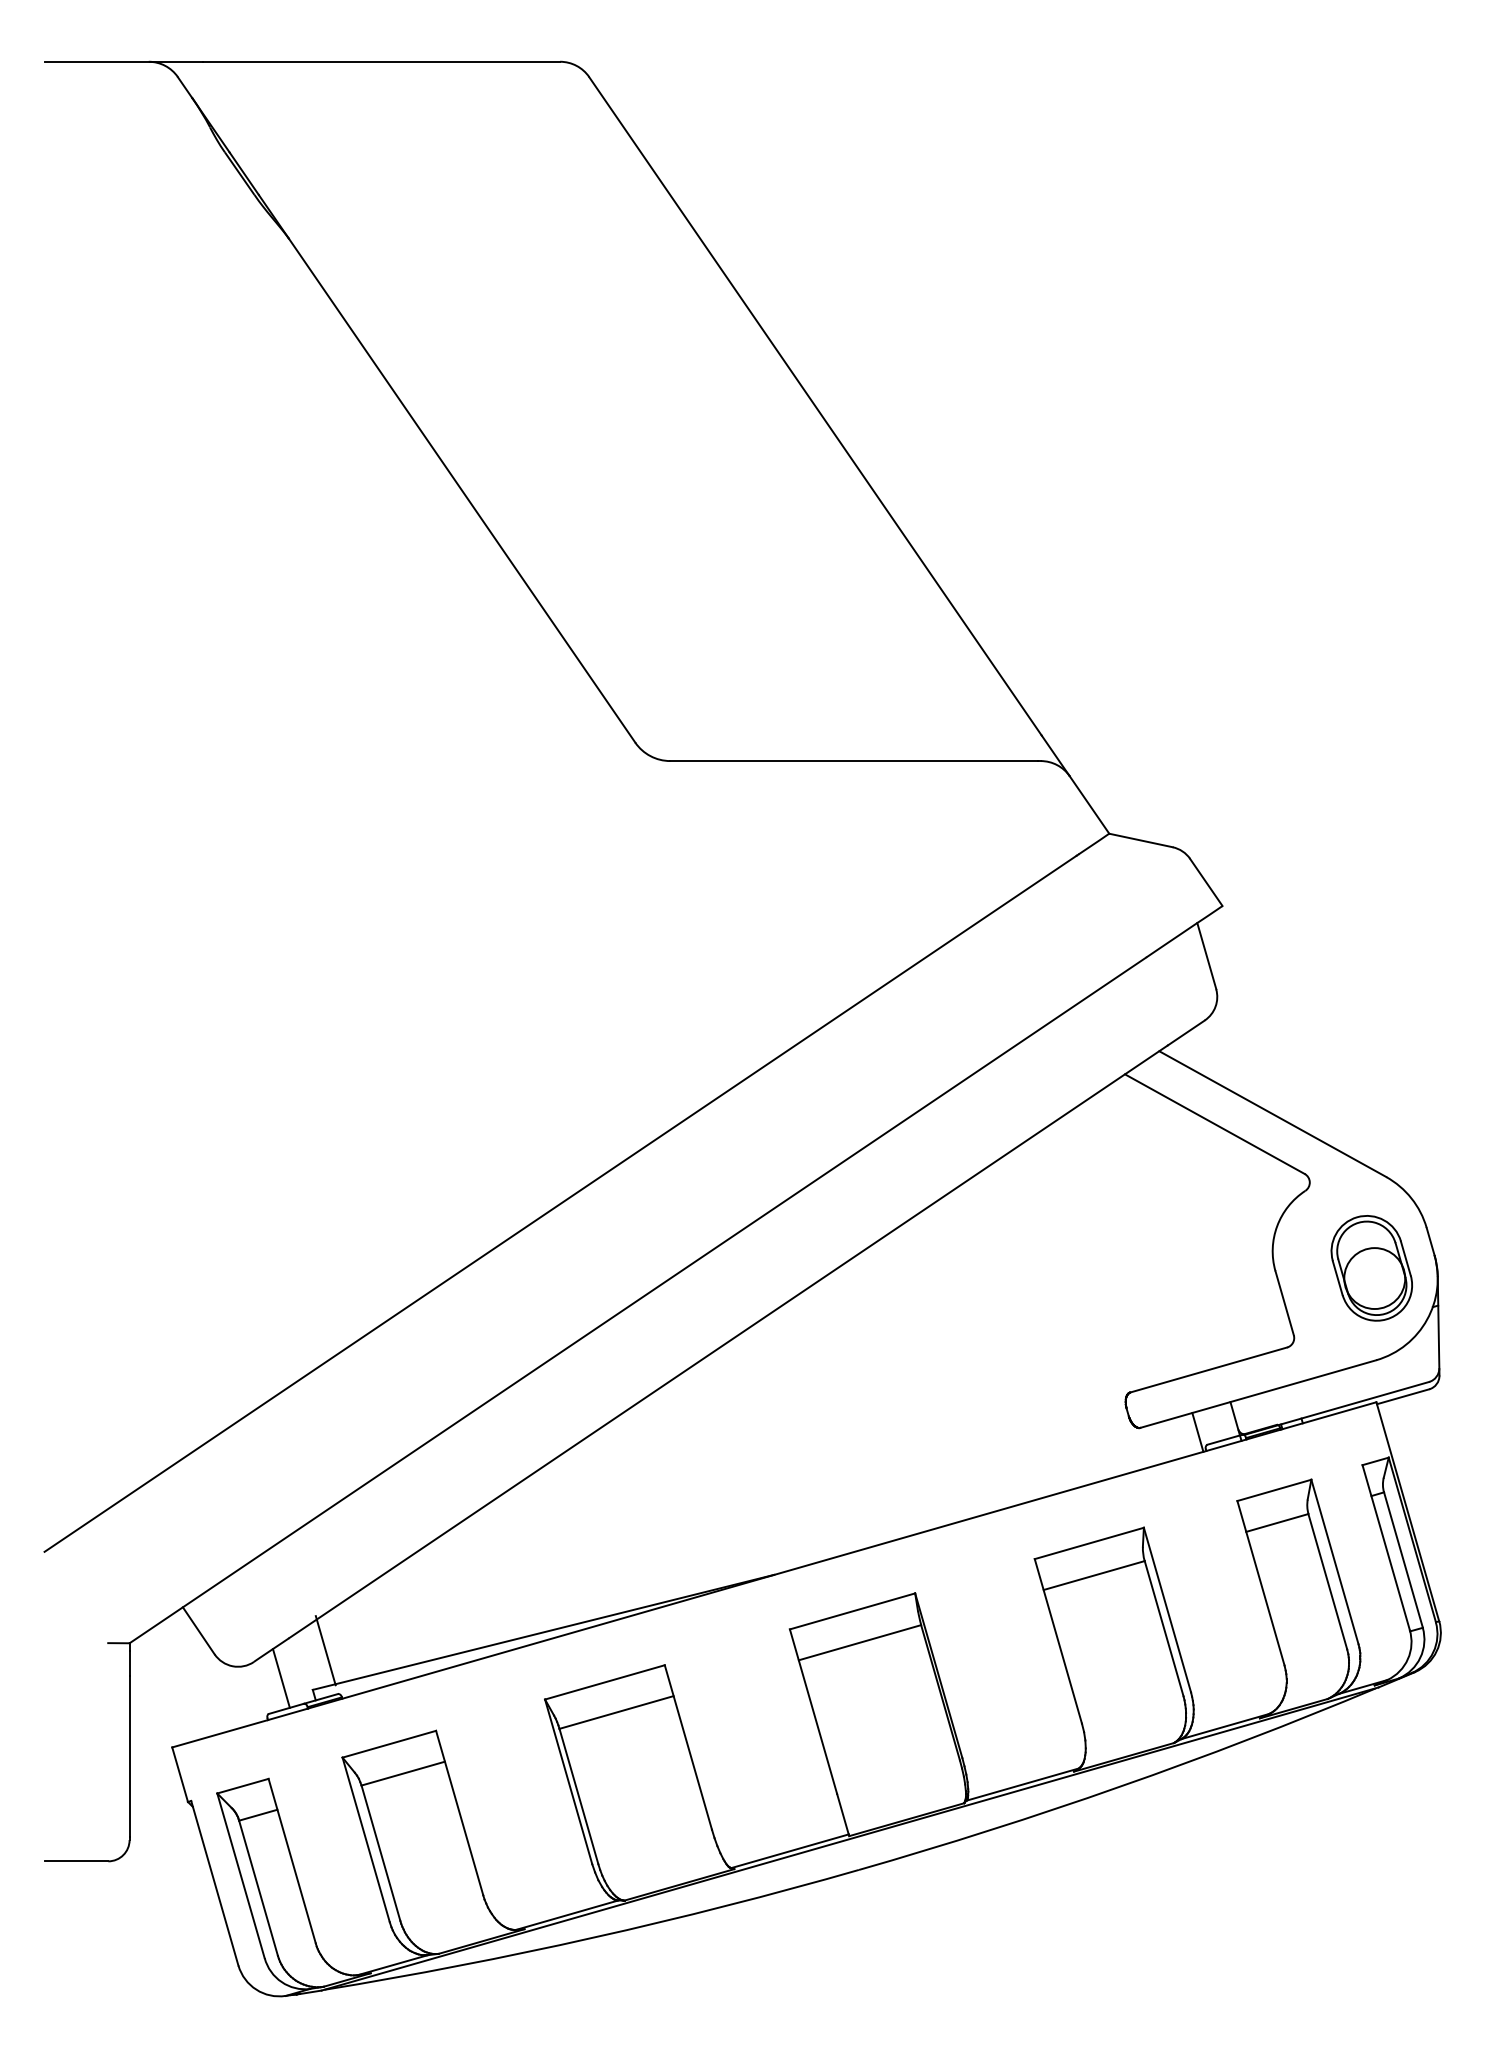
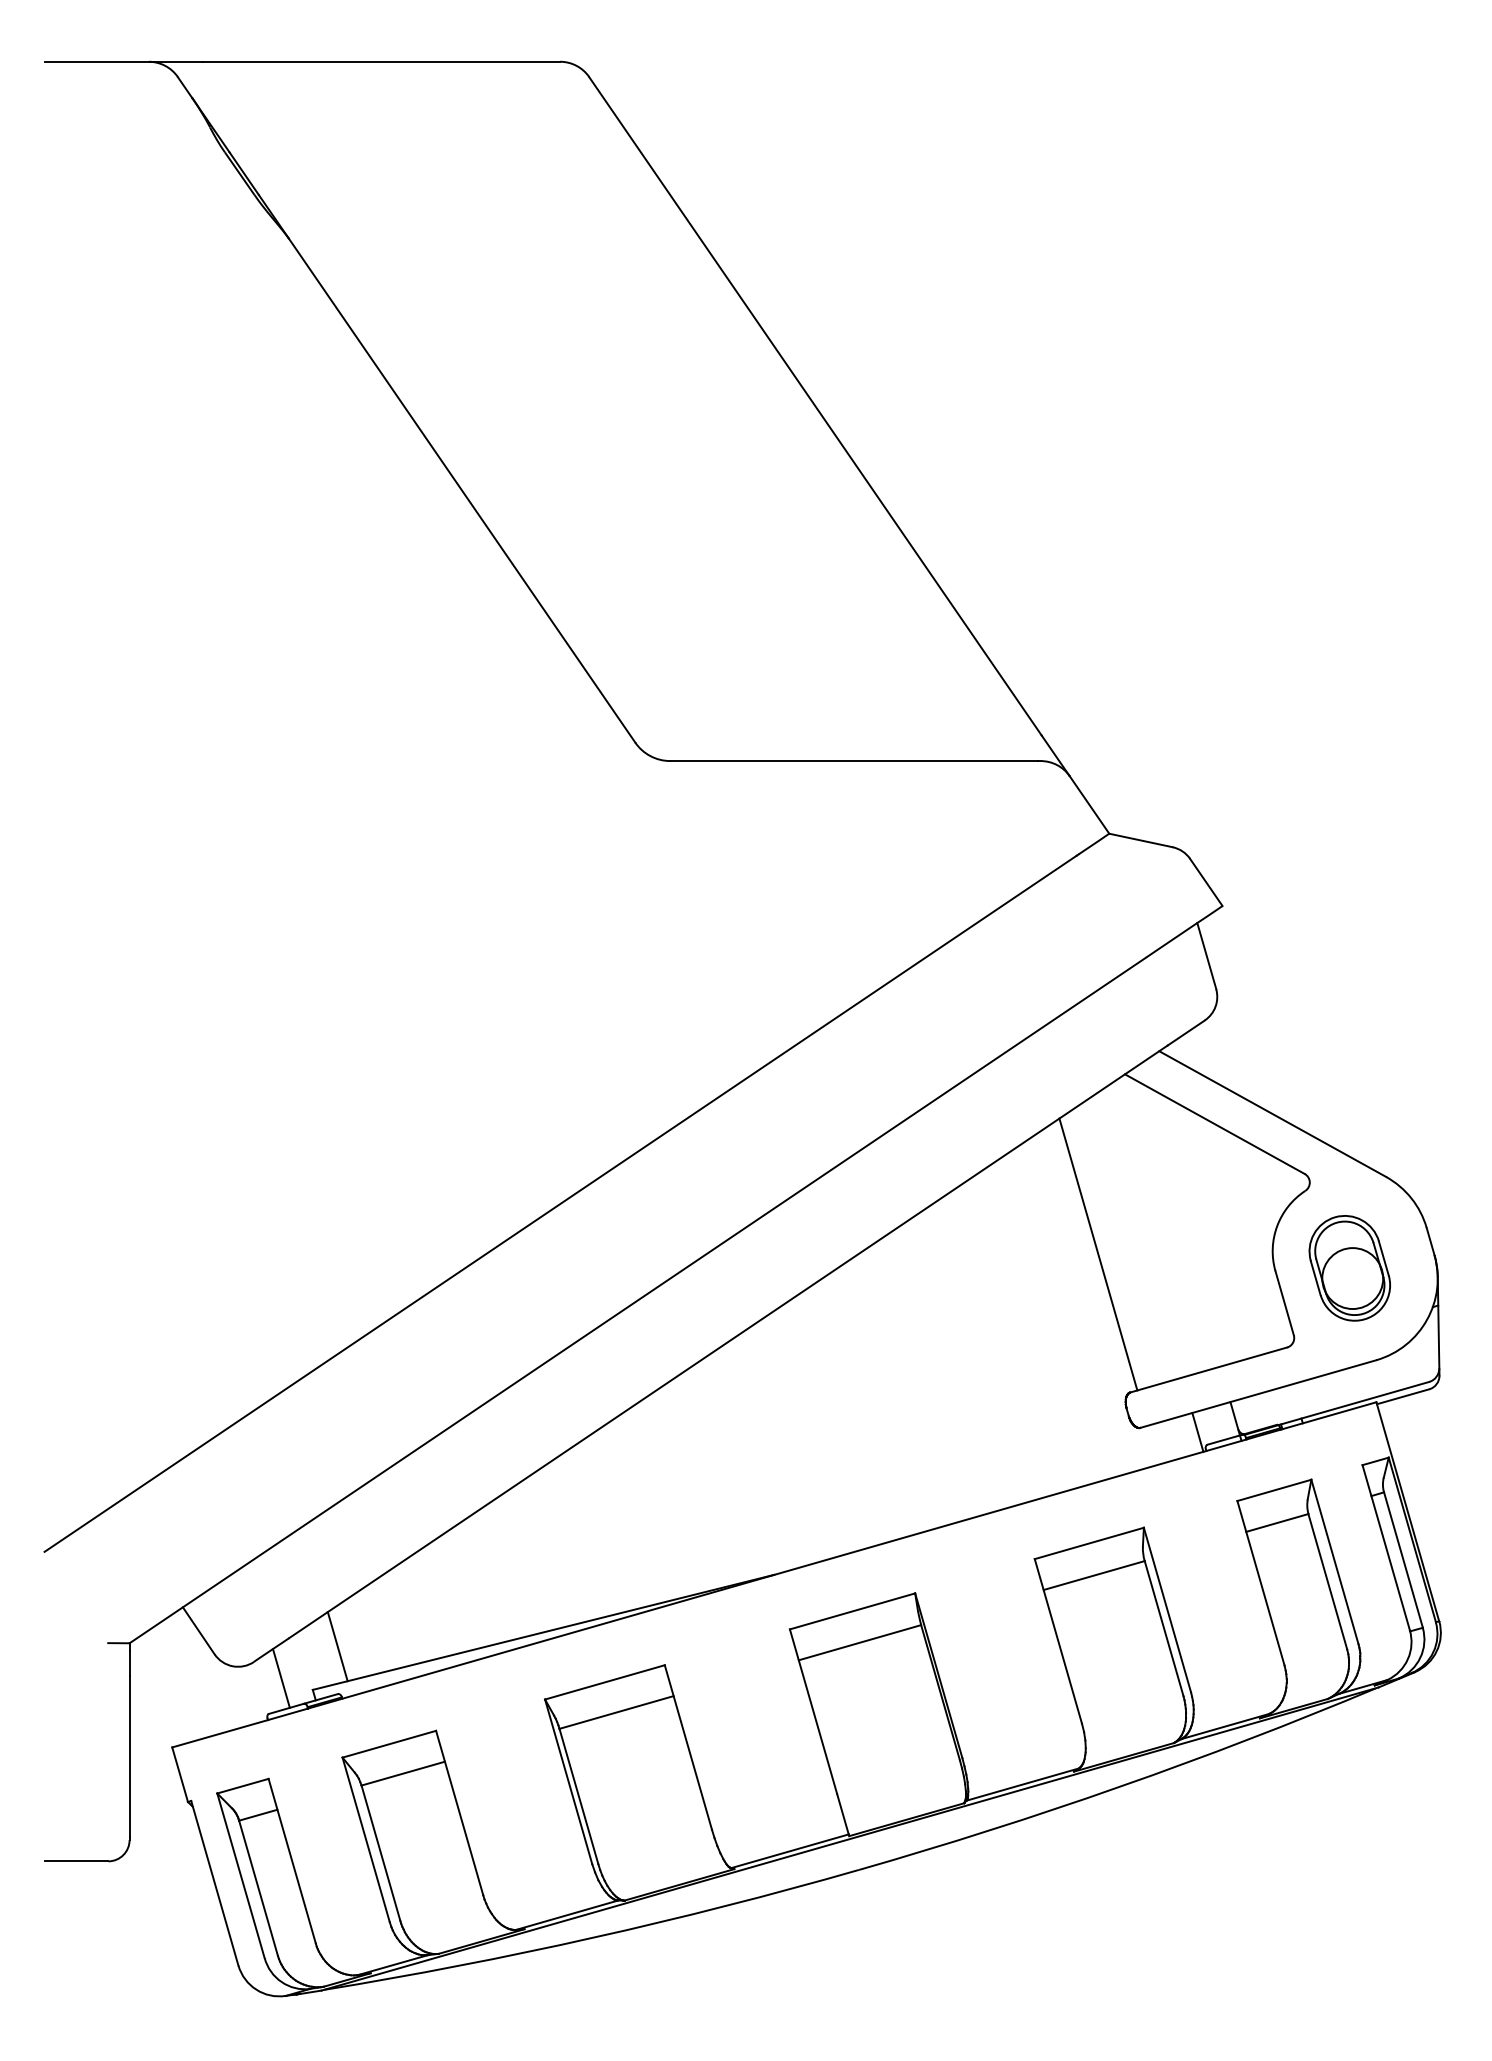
line at (1098, 1254): none -> present
part at (1371, 1268) position: (1371, 1268) -> (1349, 1268)
line at (325, 1650) position: (325, 1650) -> (337, 1646)
